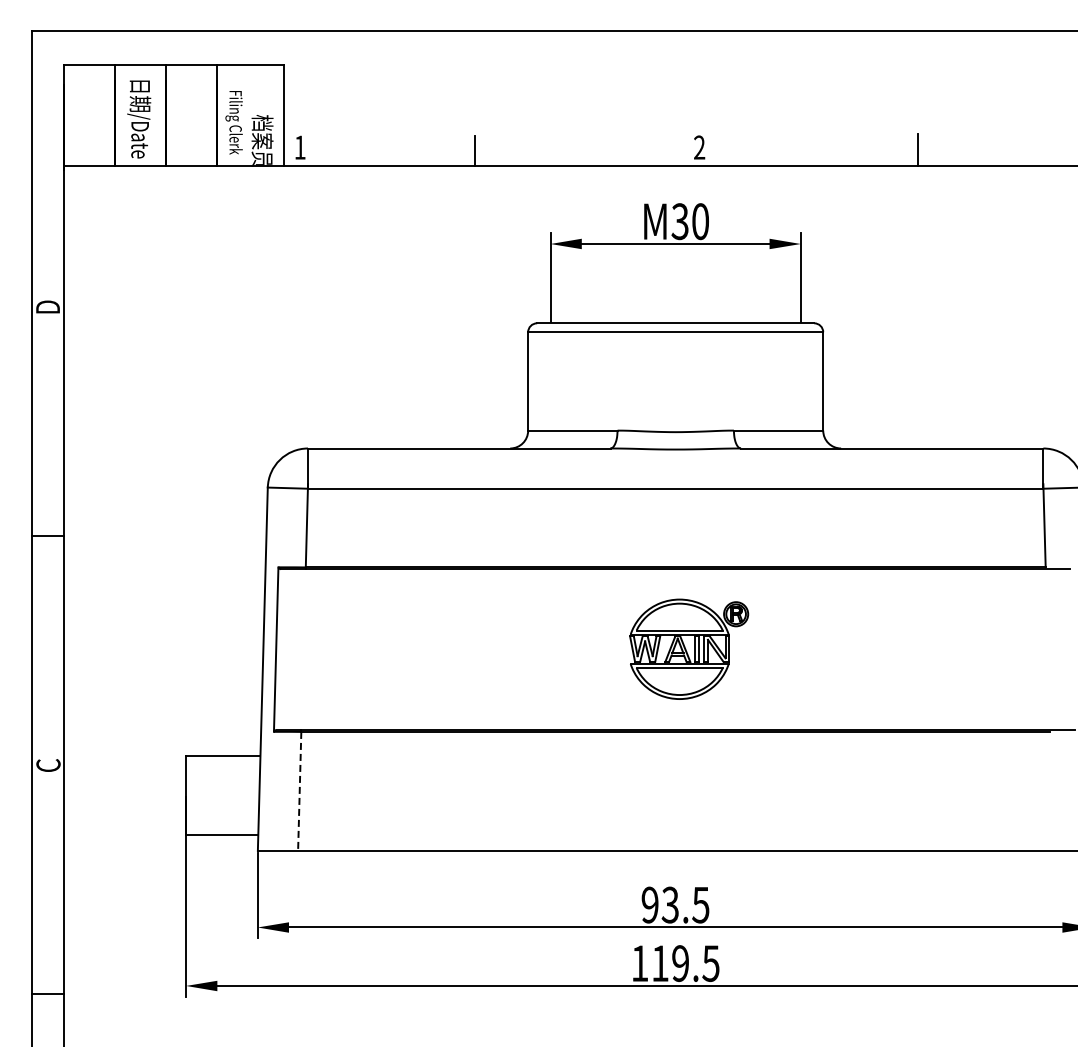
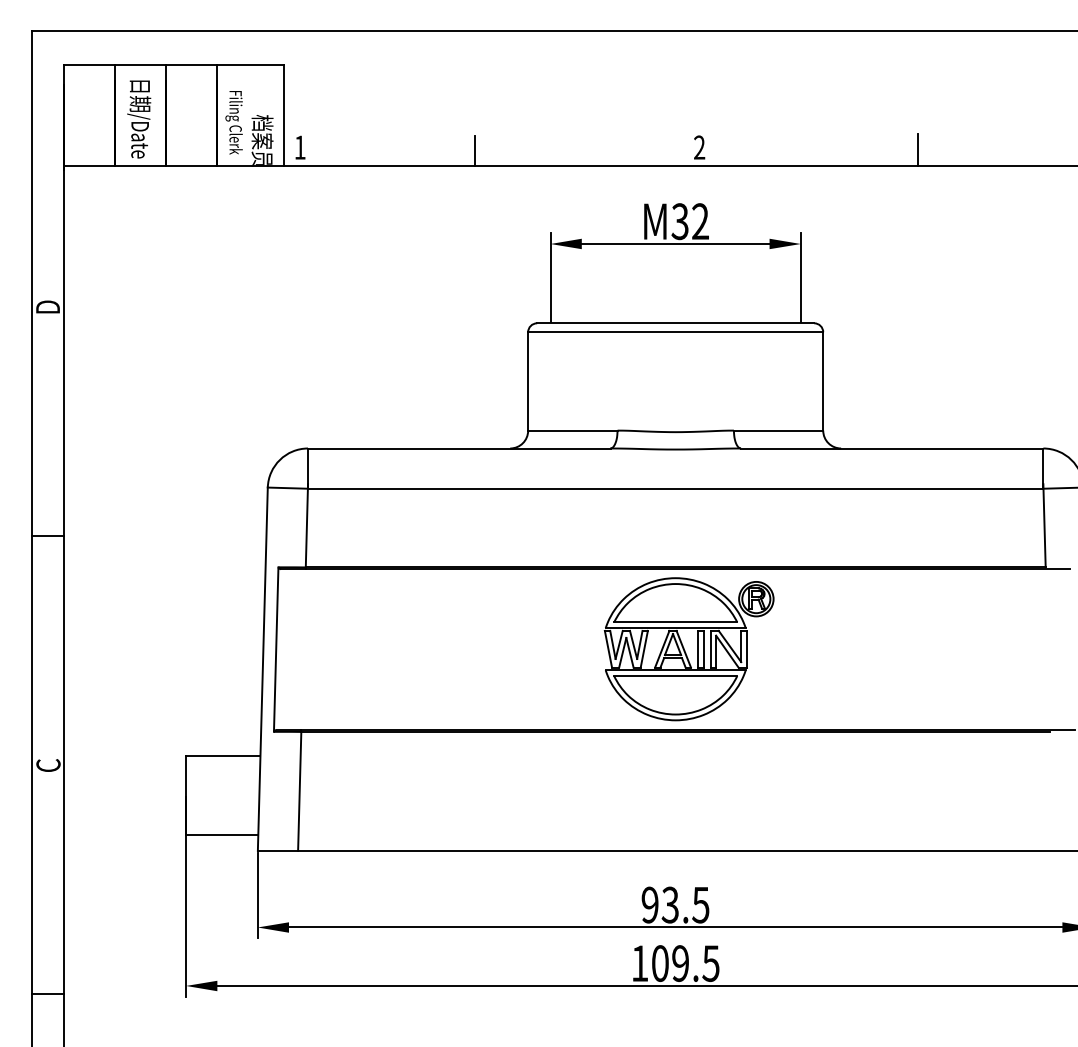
text at (700, 221): M30 -> M32
part at (689, 648) size: 121x102 px -> 172x145 px
line at (299, 791): dashed -> solid
text at (660, 963): 119.5 -> 109.5
